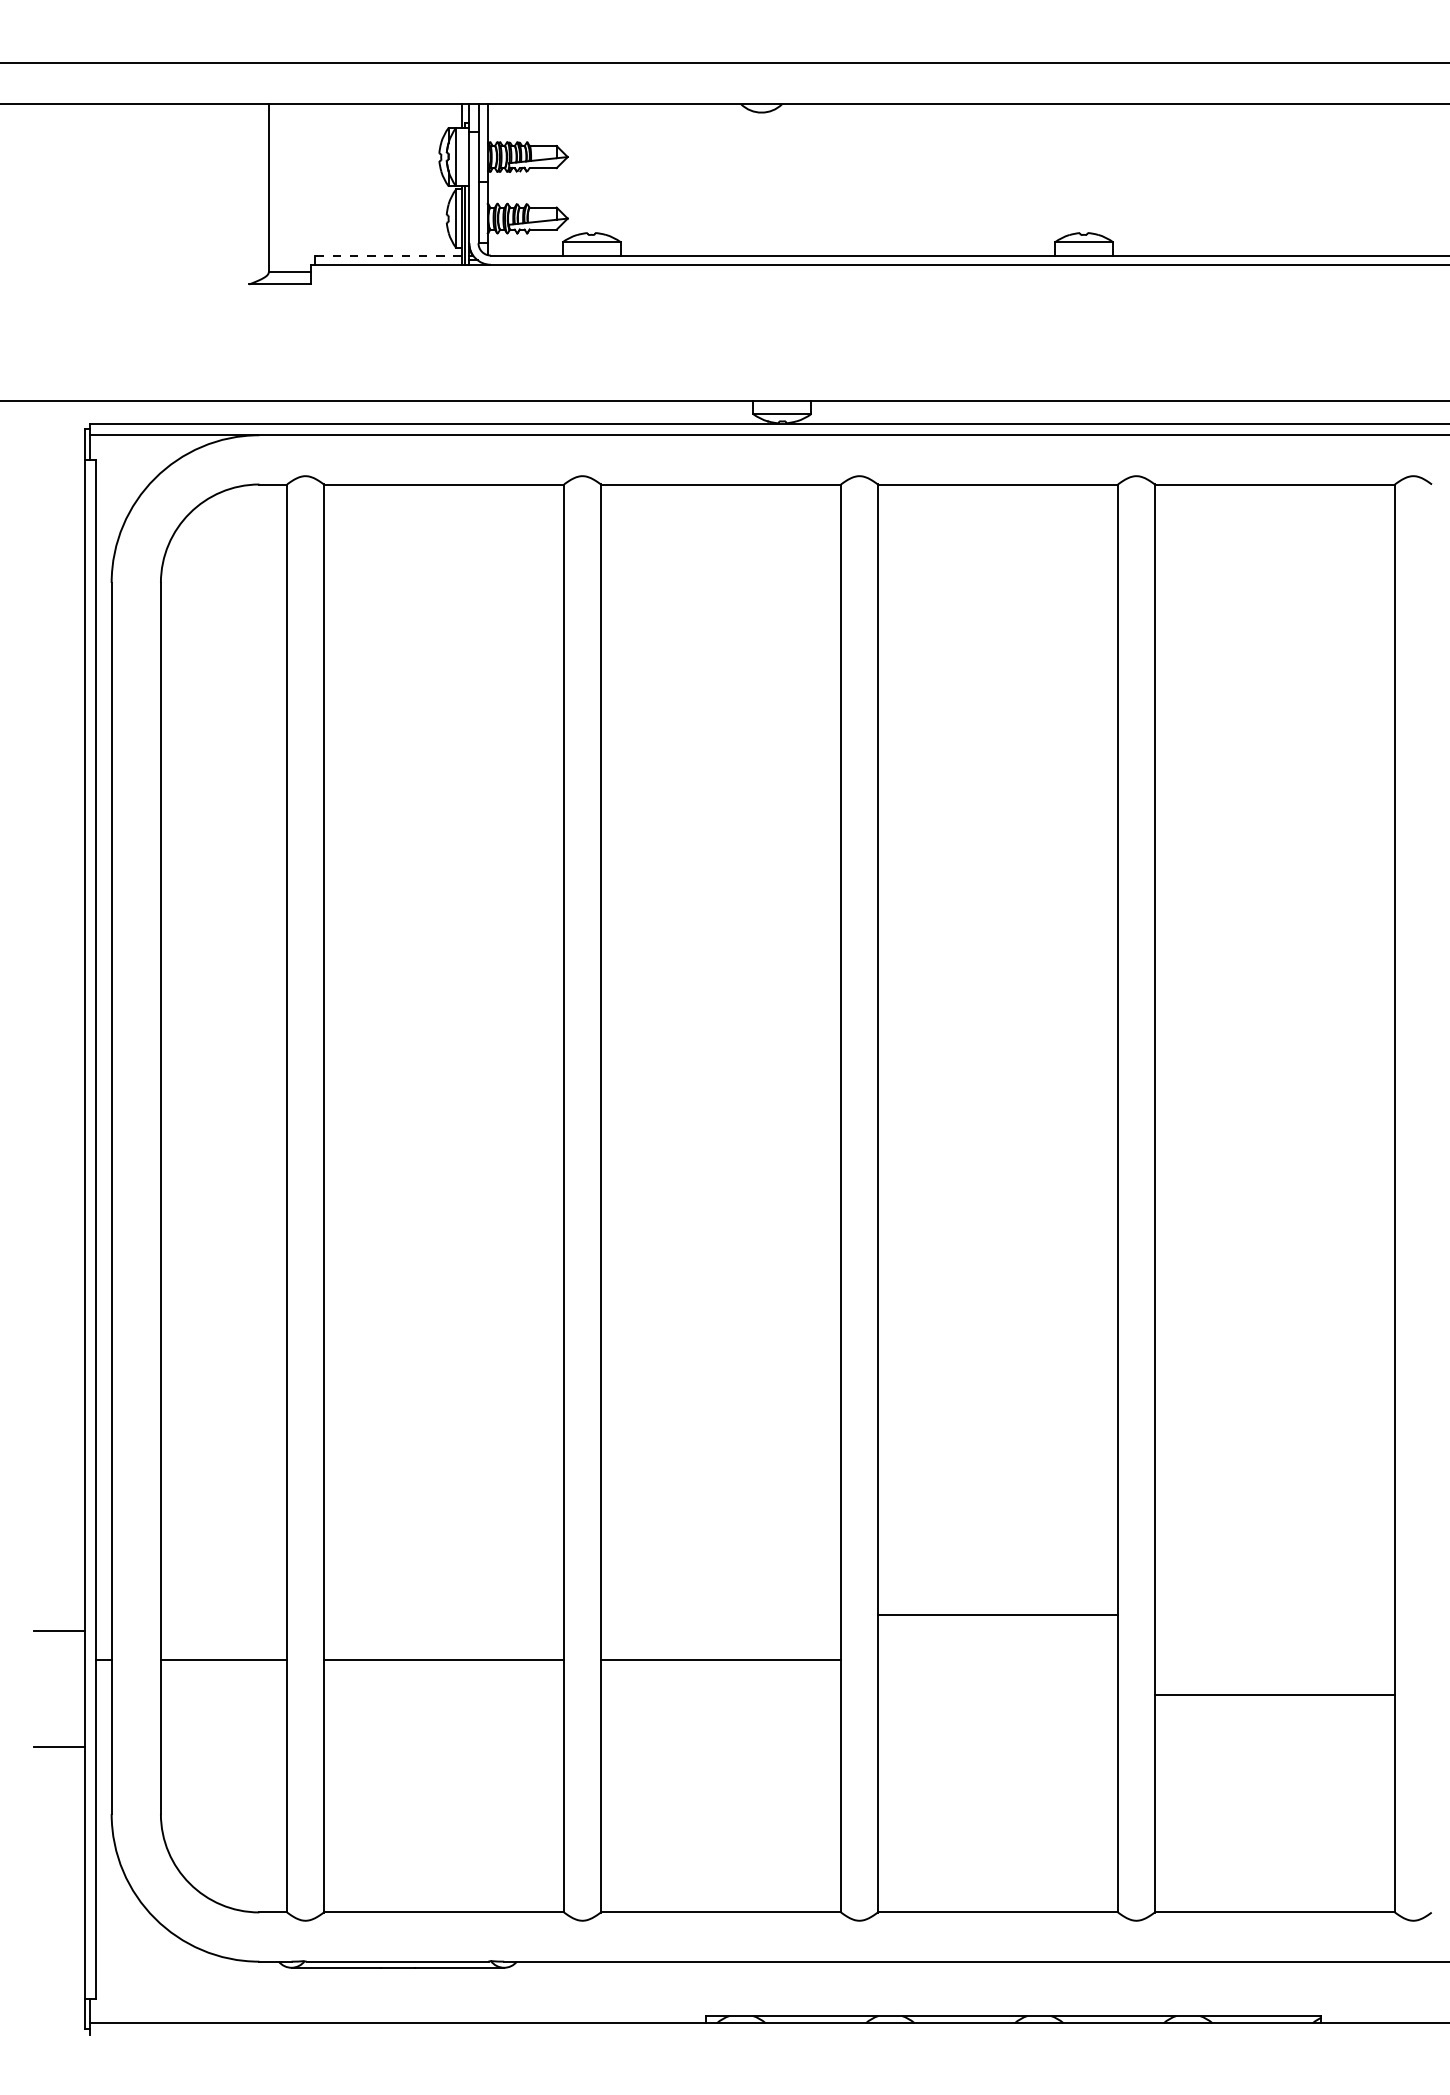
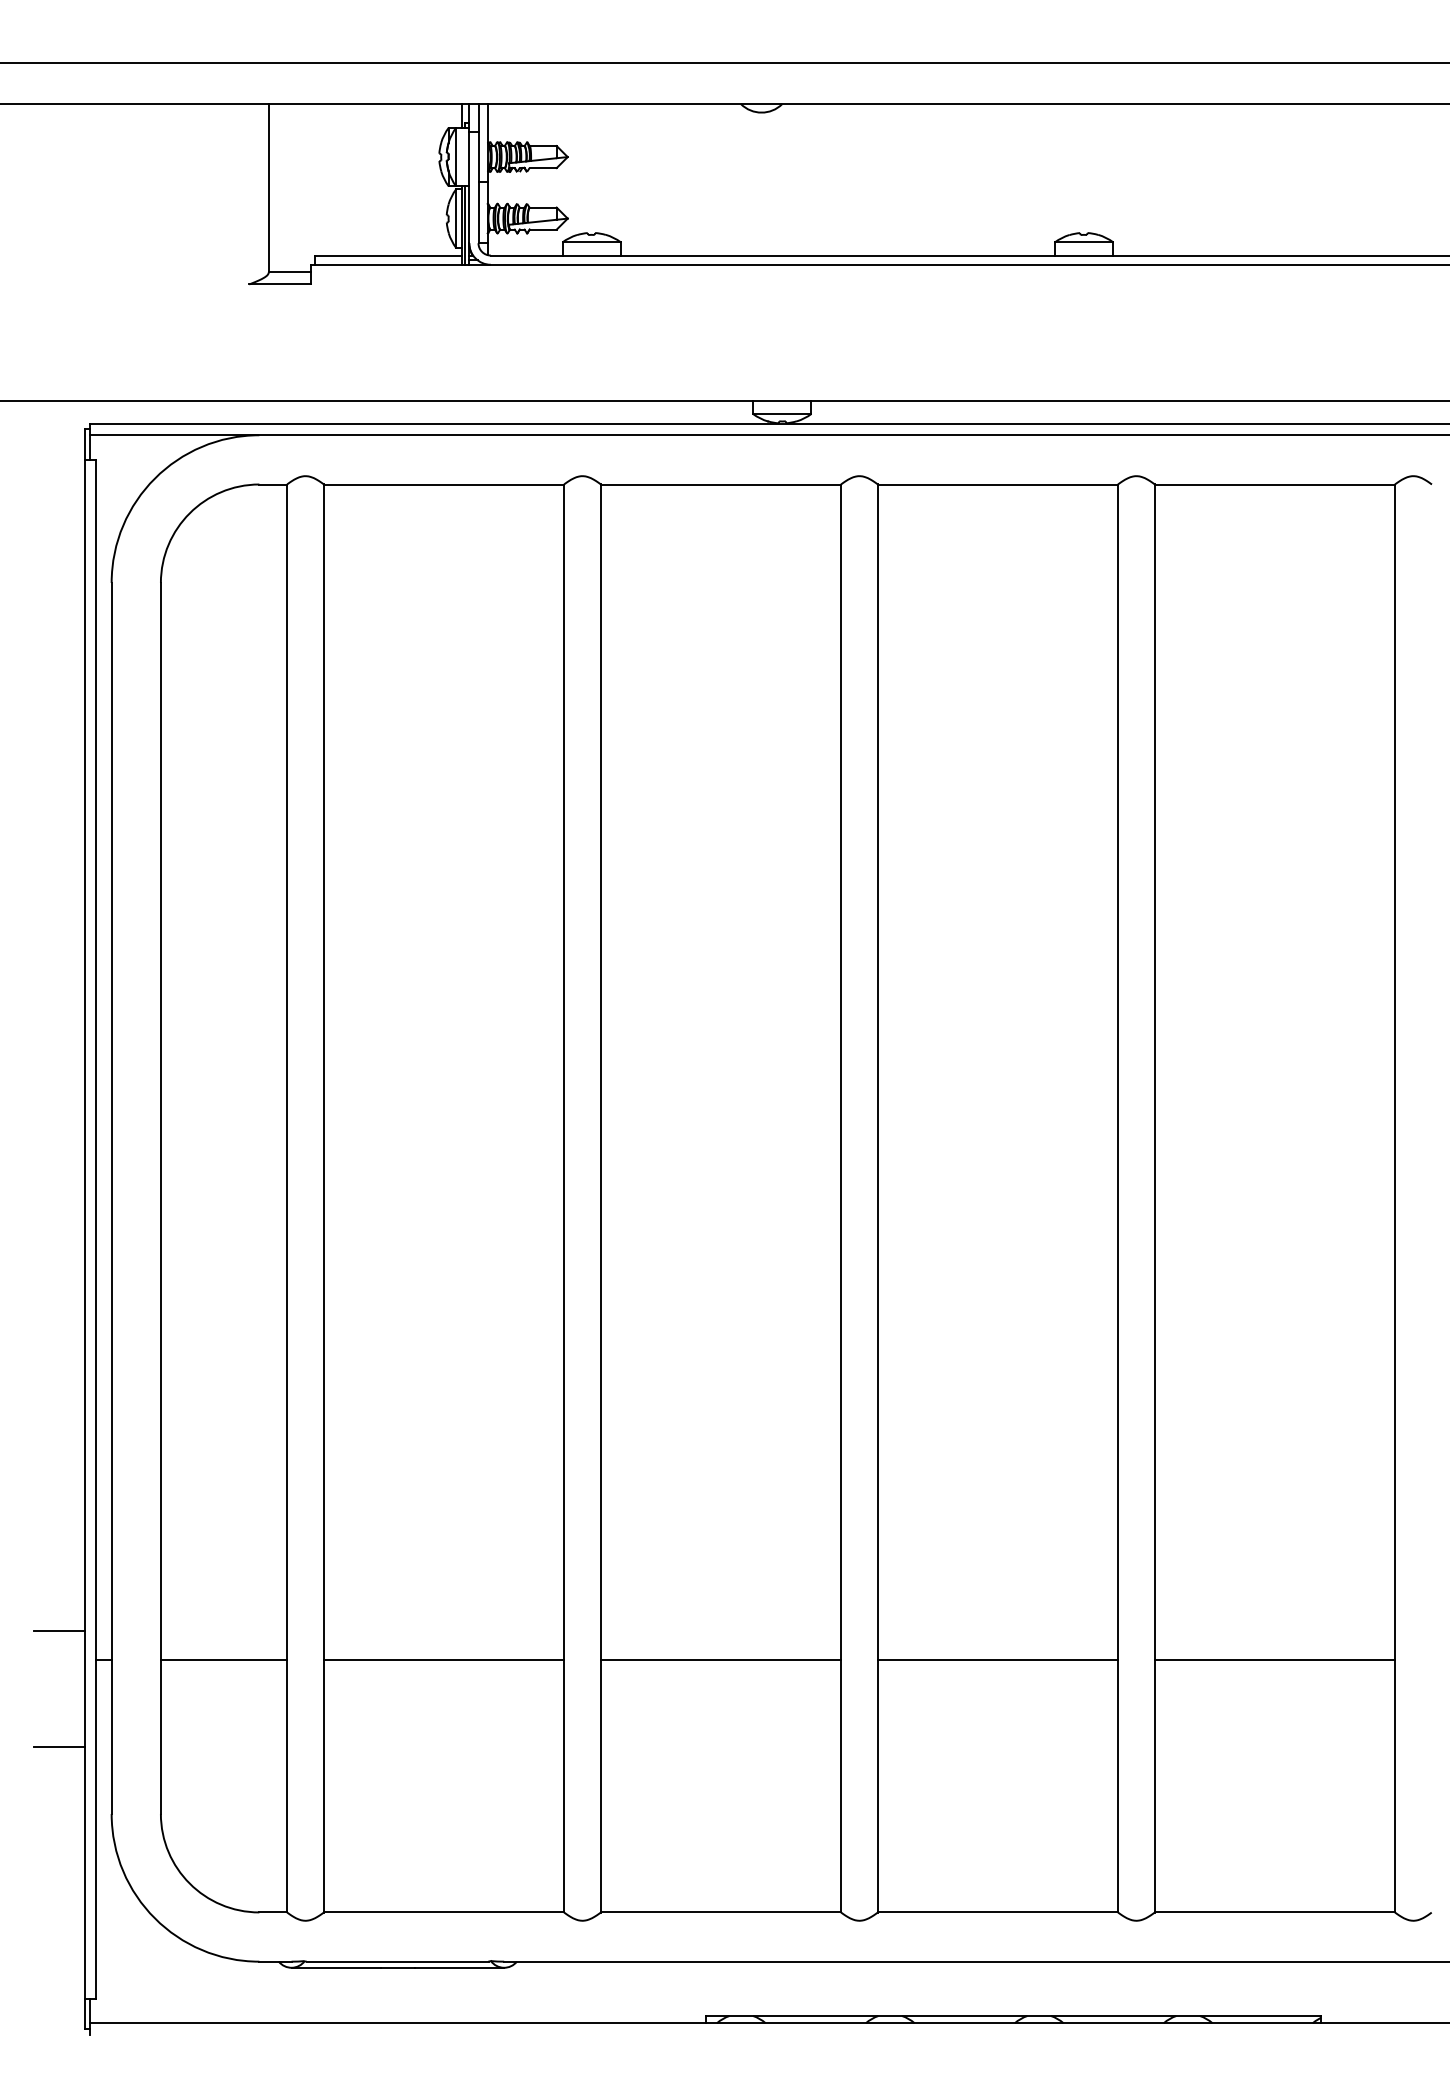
line at (388, 255): dashed -> solid
line at (997, 1614) position: (997, 1614) -> (997, 1659)
line at (1274, 1694) position: (1274, 1694) -> (1274, 1659)
